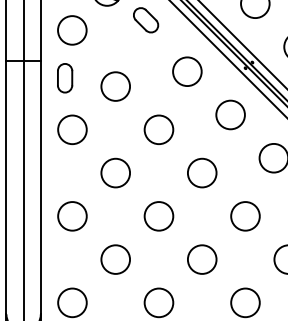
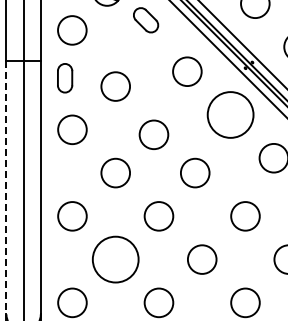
circle at (230, 114) diameter: 29 px -> 46 px
circle at (158, 129) position: (158, 129) -> (153, 134)
circle at (202, 172) position: (202, 172) -> (195, 172)
line at (6, 187): solid -> dashed
circle at (115, 259) diameter: 29 px -> 46 px
